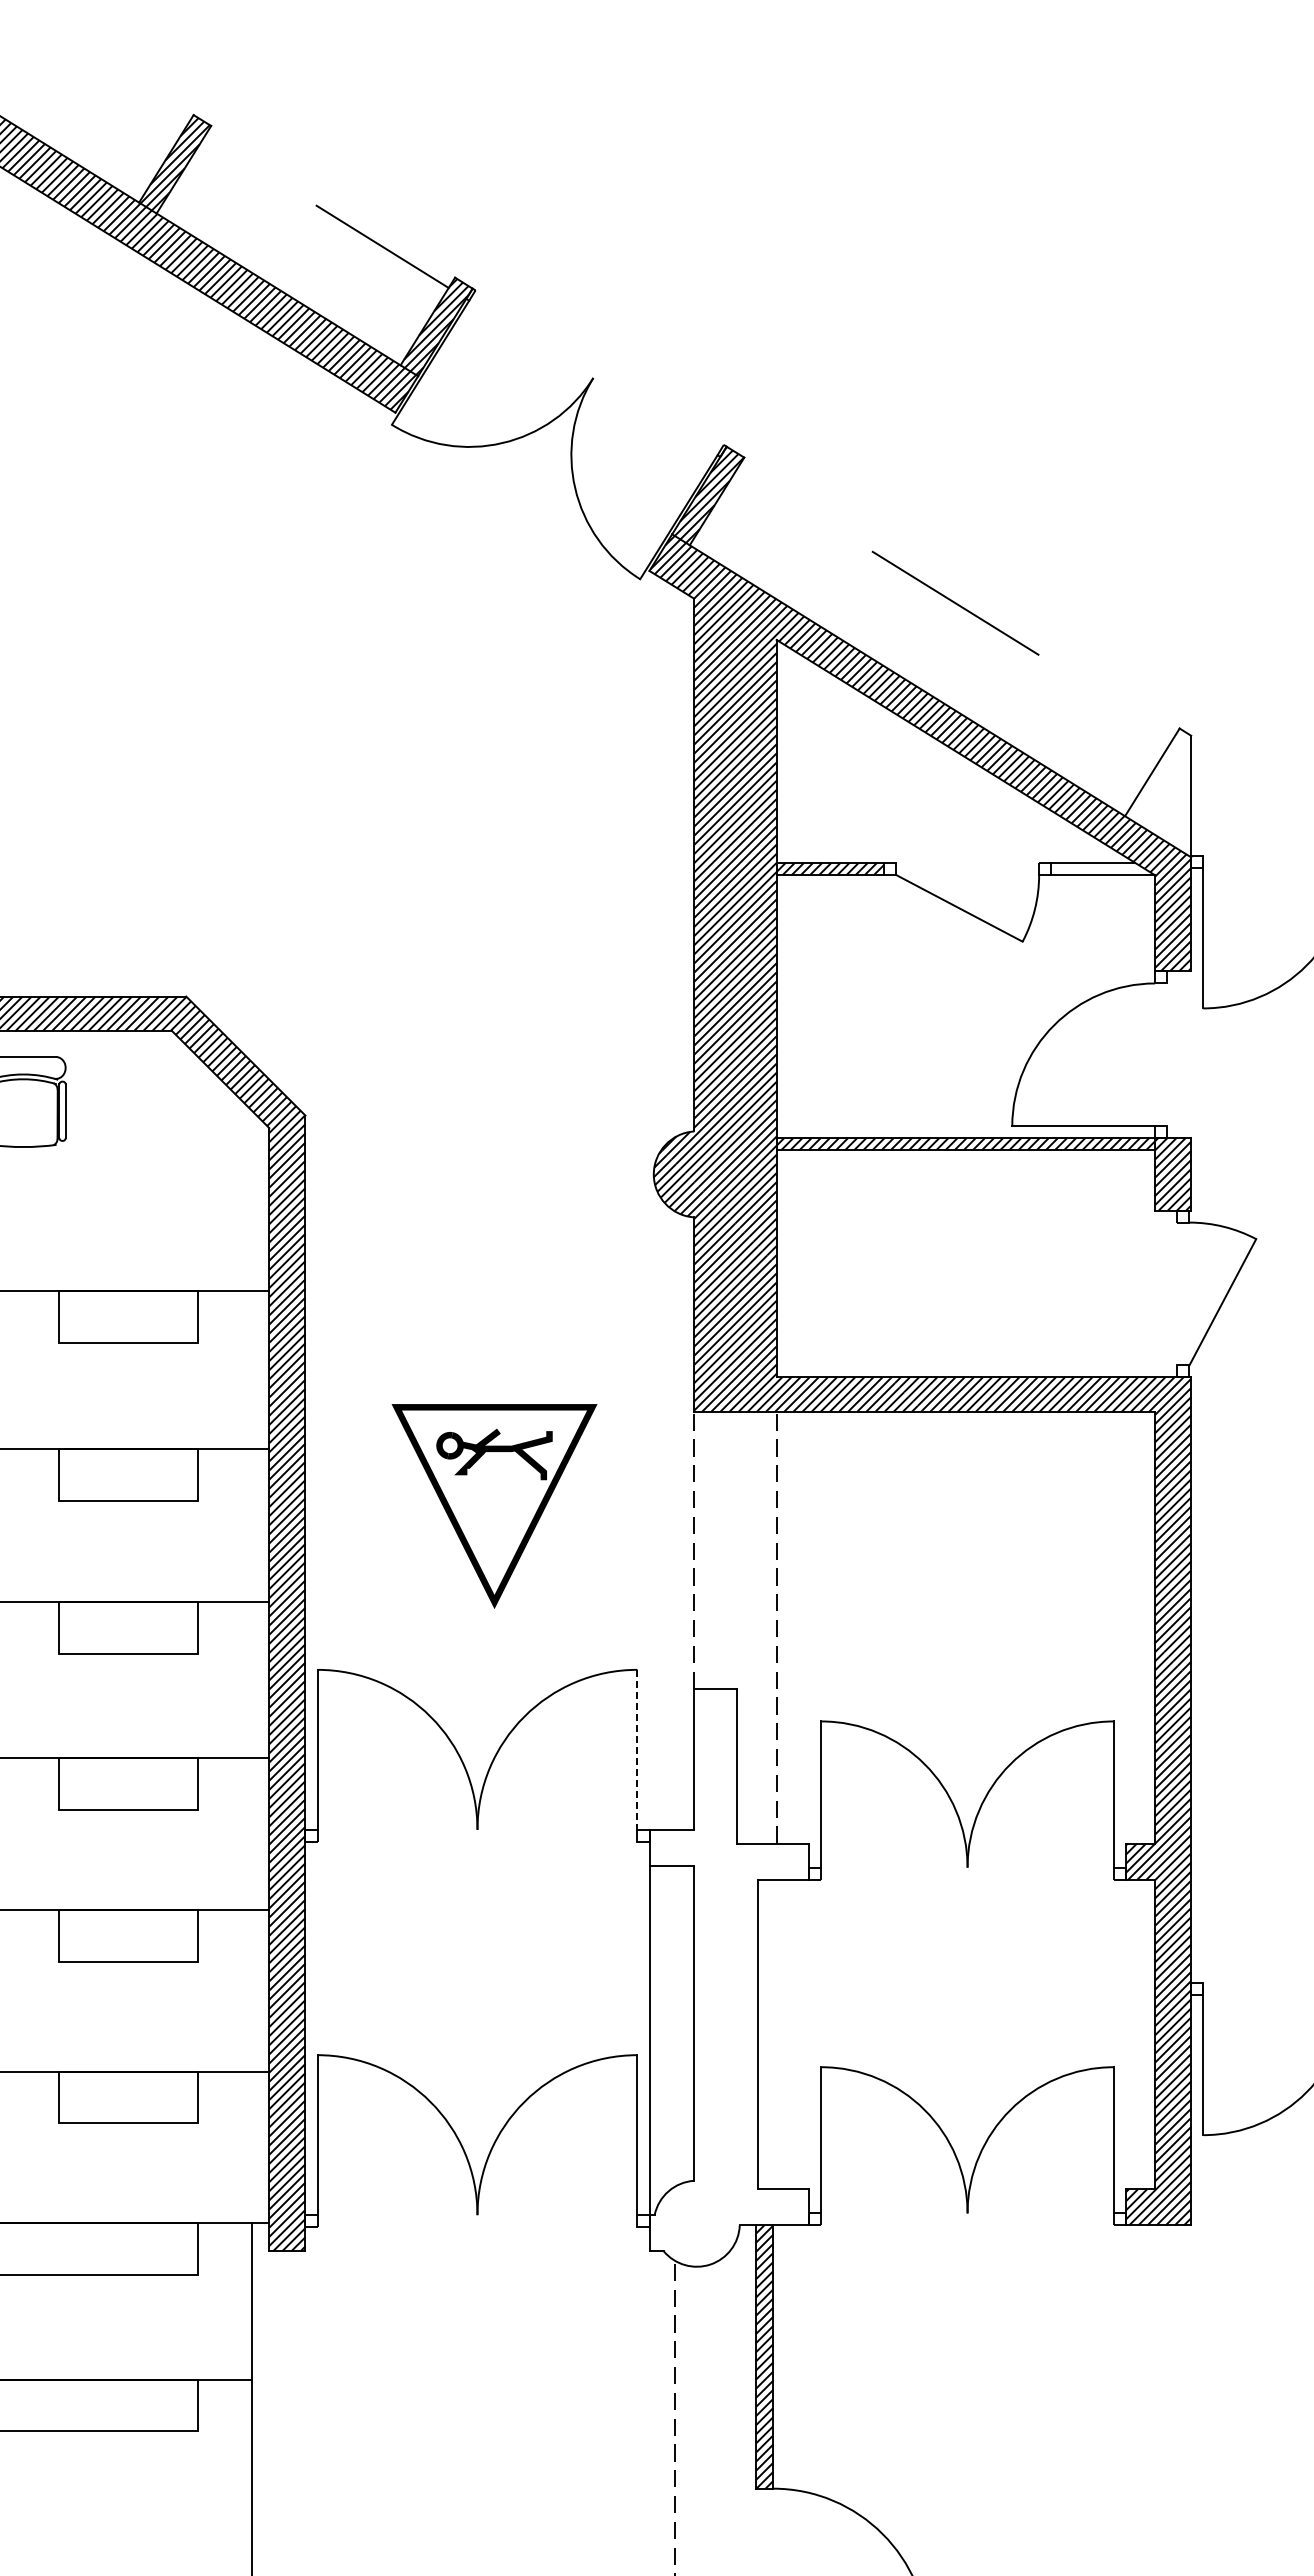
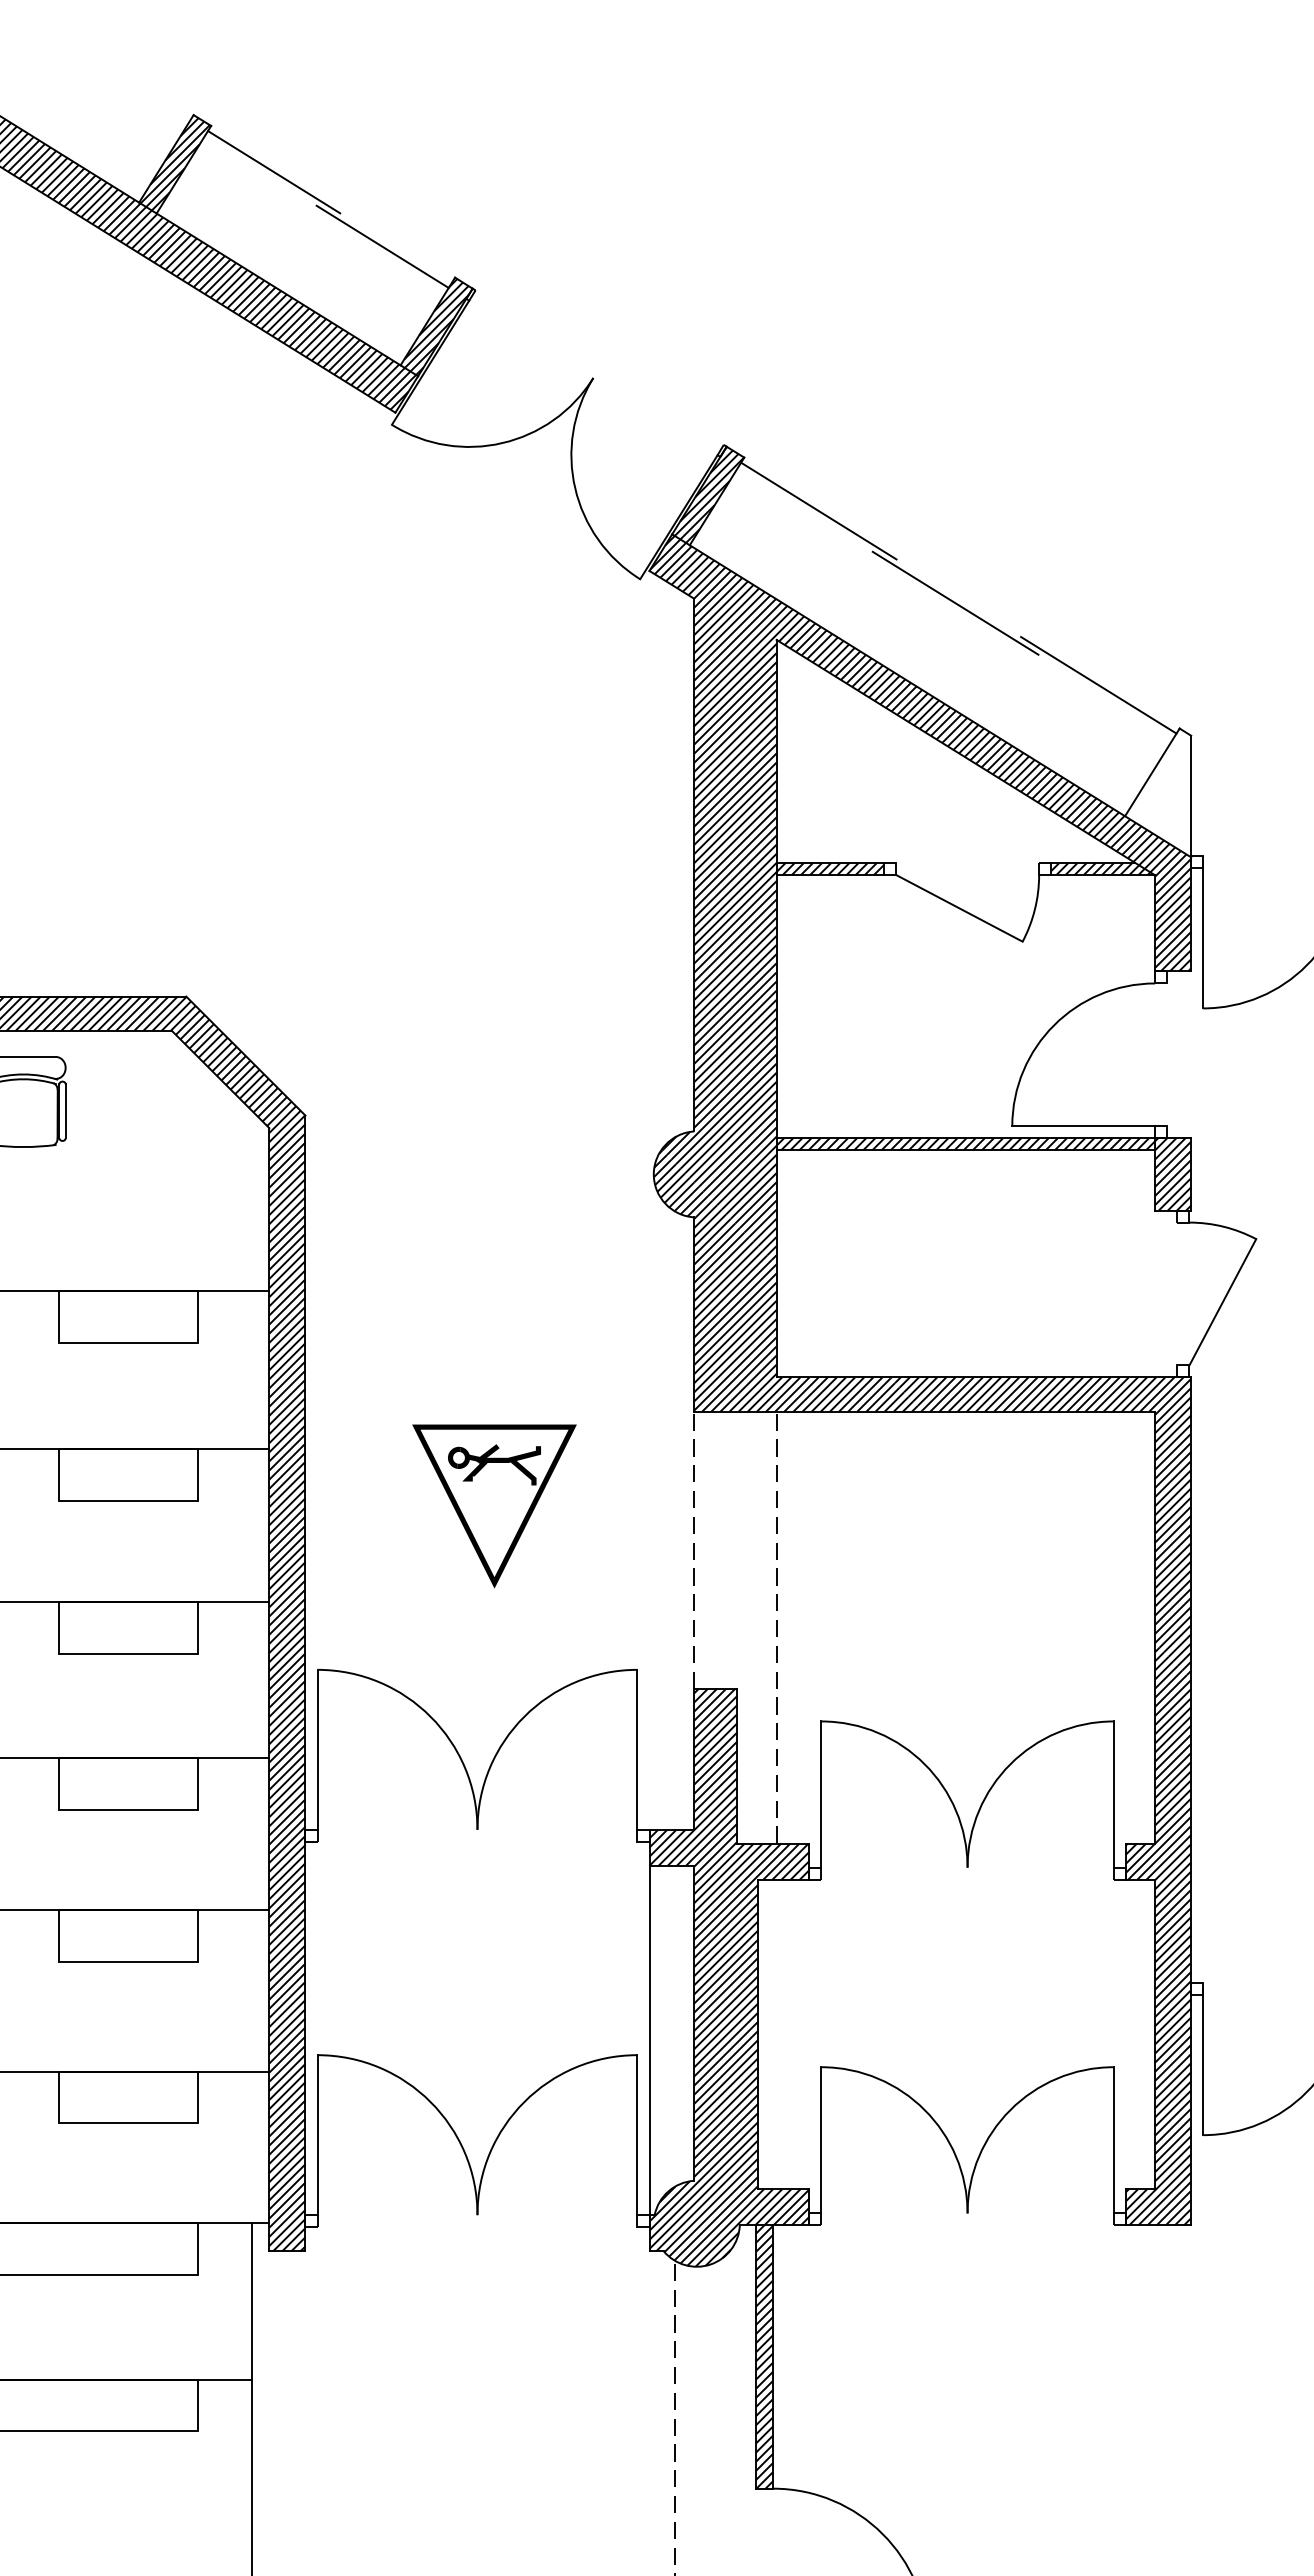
line at (274, 172): none -> present
line at (818, 510): none -> present
line at (1098, 685): none -> present
hatch at (1100, 869): none -> present
part at (494, 1506) size: 207x205 px -> 165x165 px
line at (637, 1749): dashed -> solid
hatch at (729, 1977): none -> present
